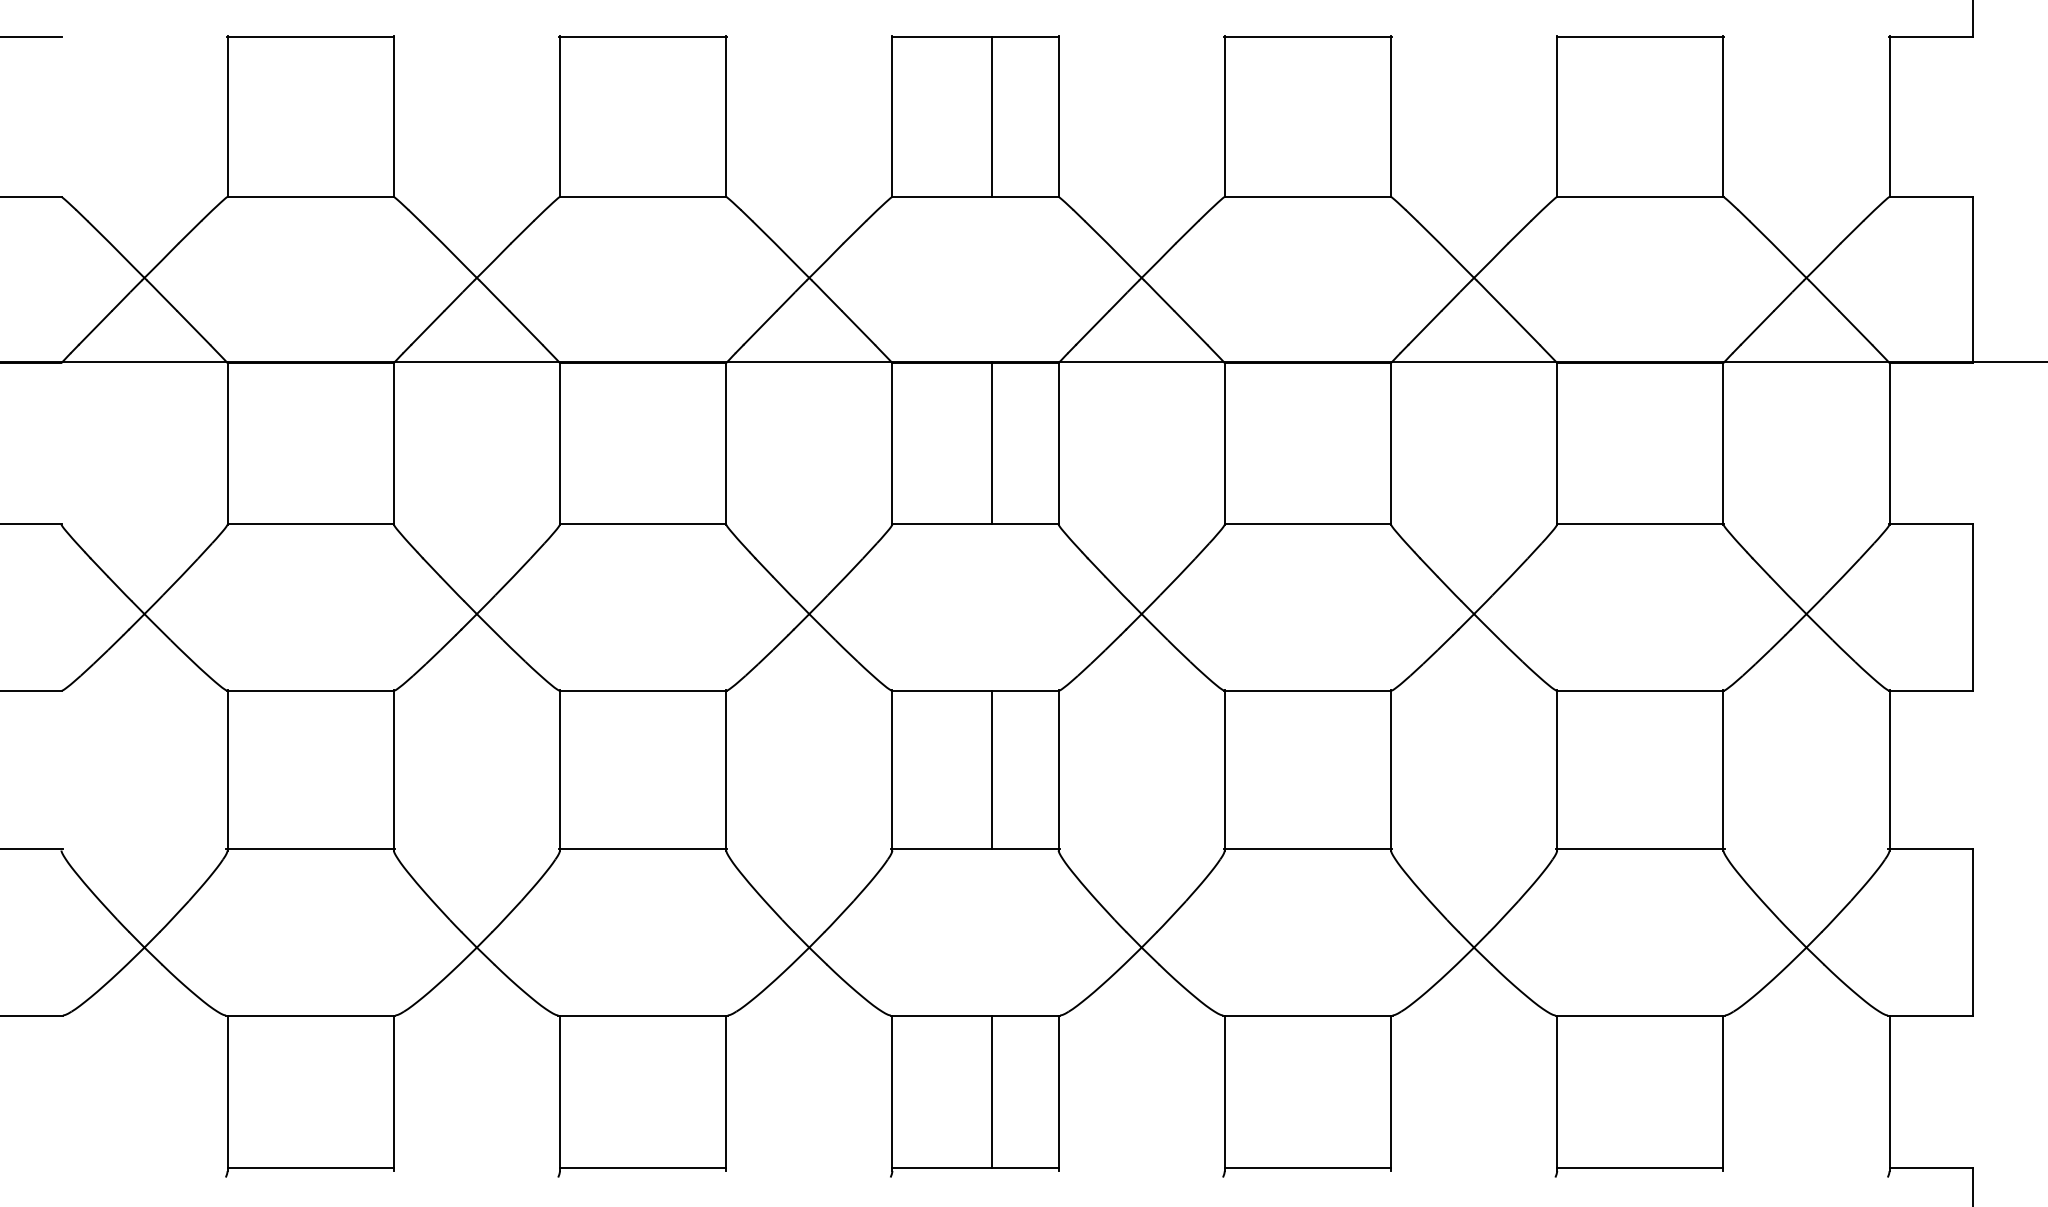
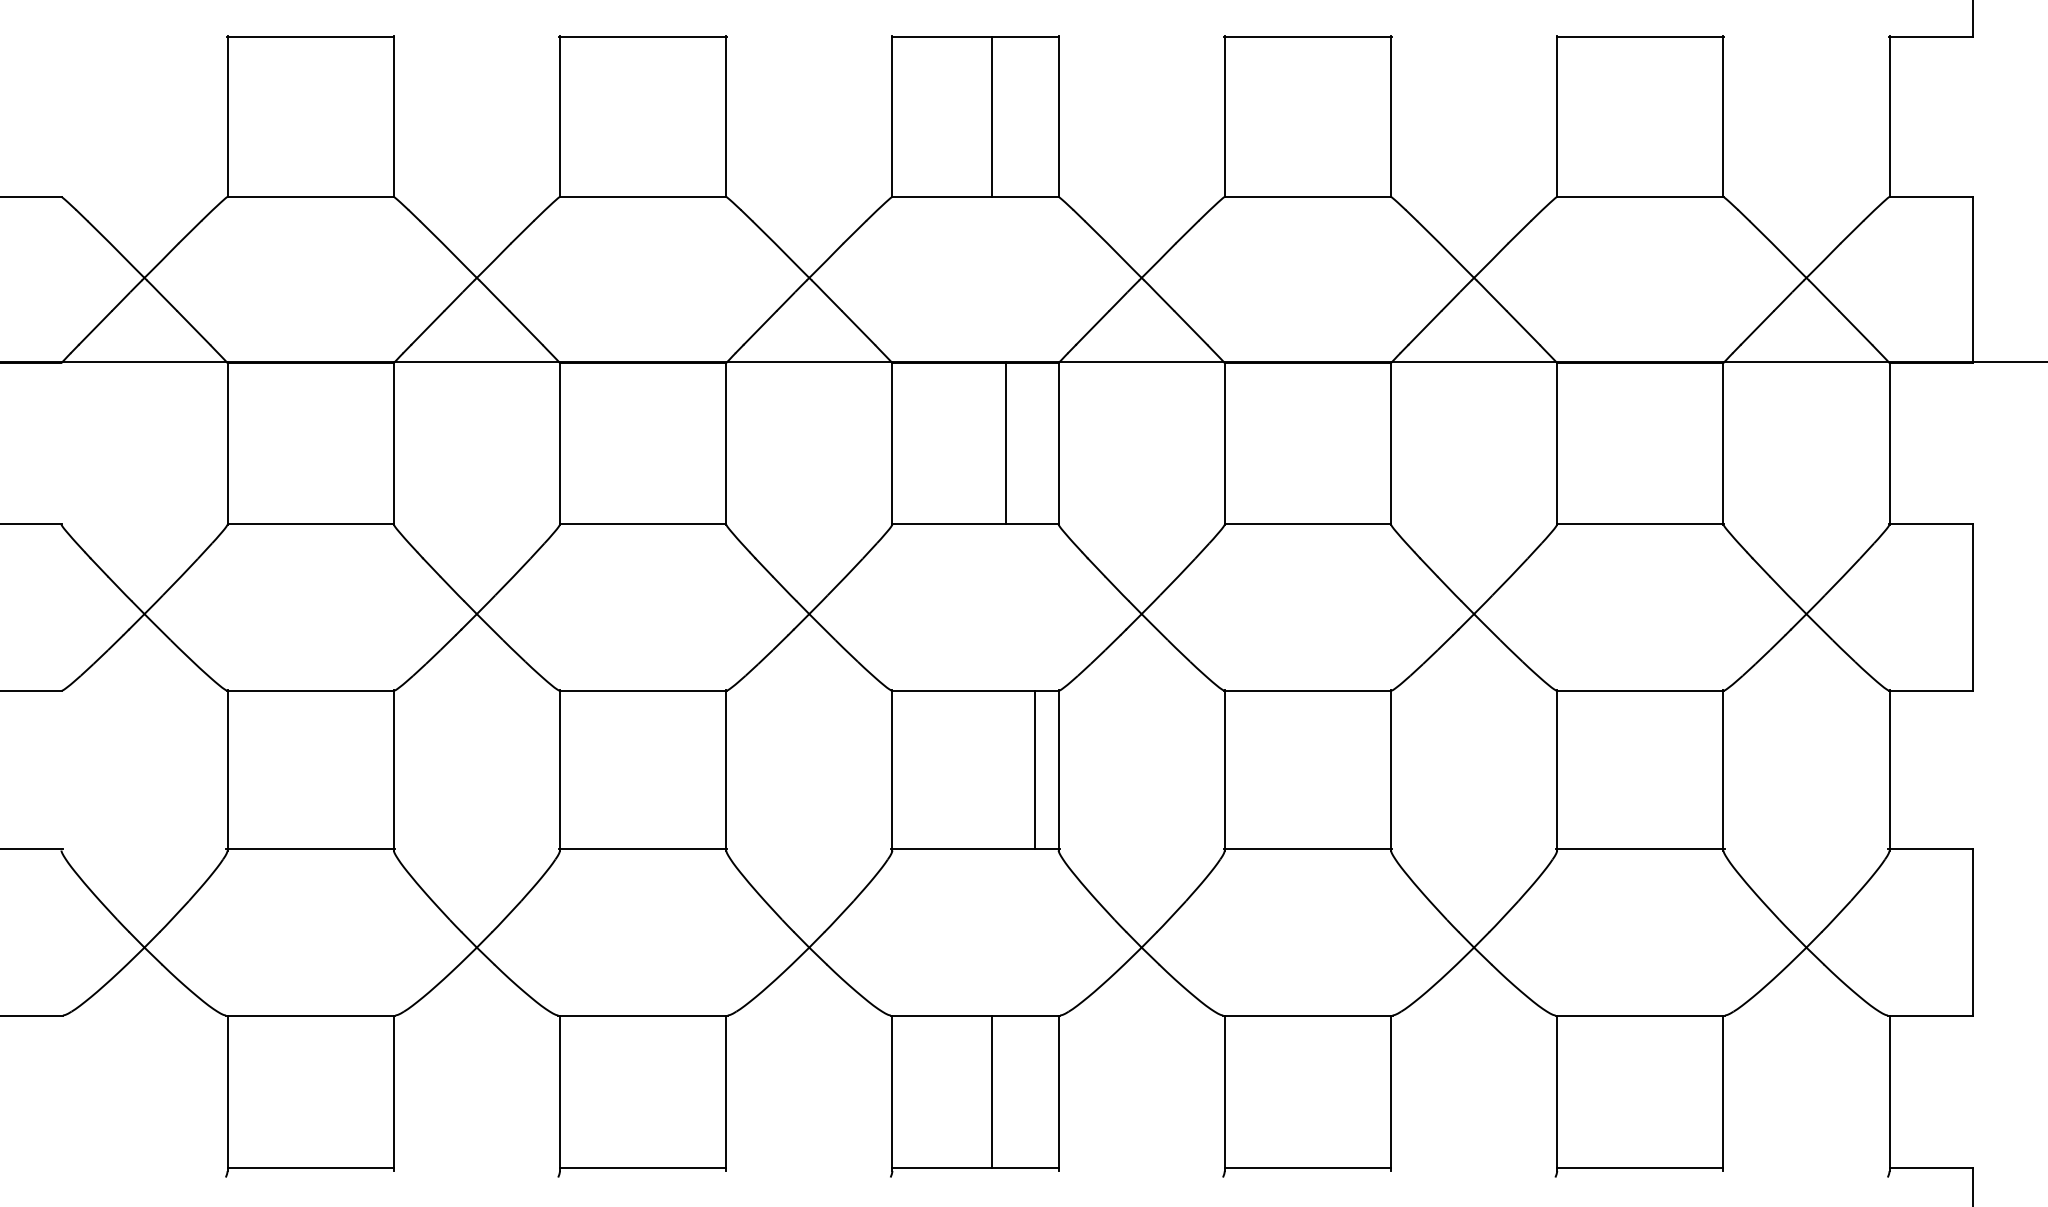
line at (31, 36): present -> none
line at (992, 443) position: (992, 443) -> (1006, 443)
line at (992, 769) position: (992, 769) -> (1035, 769)
